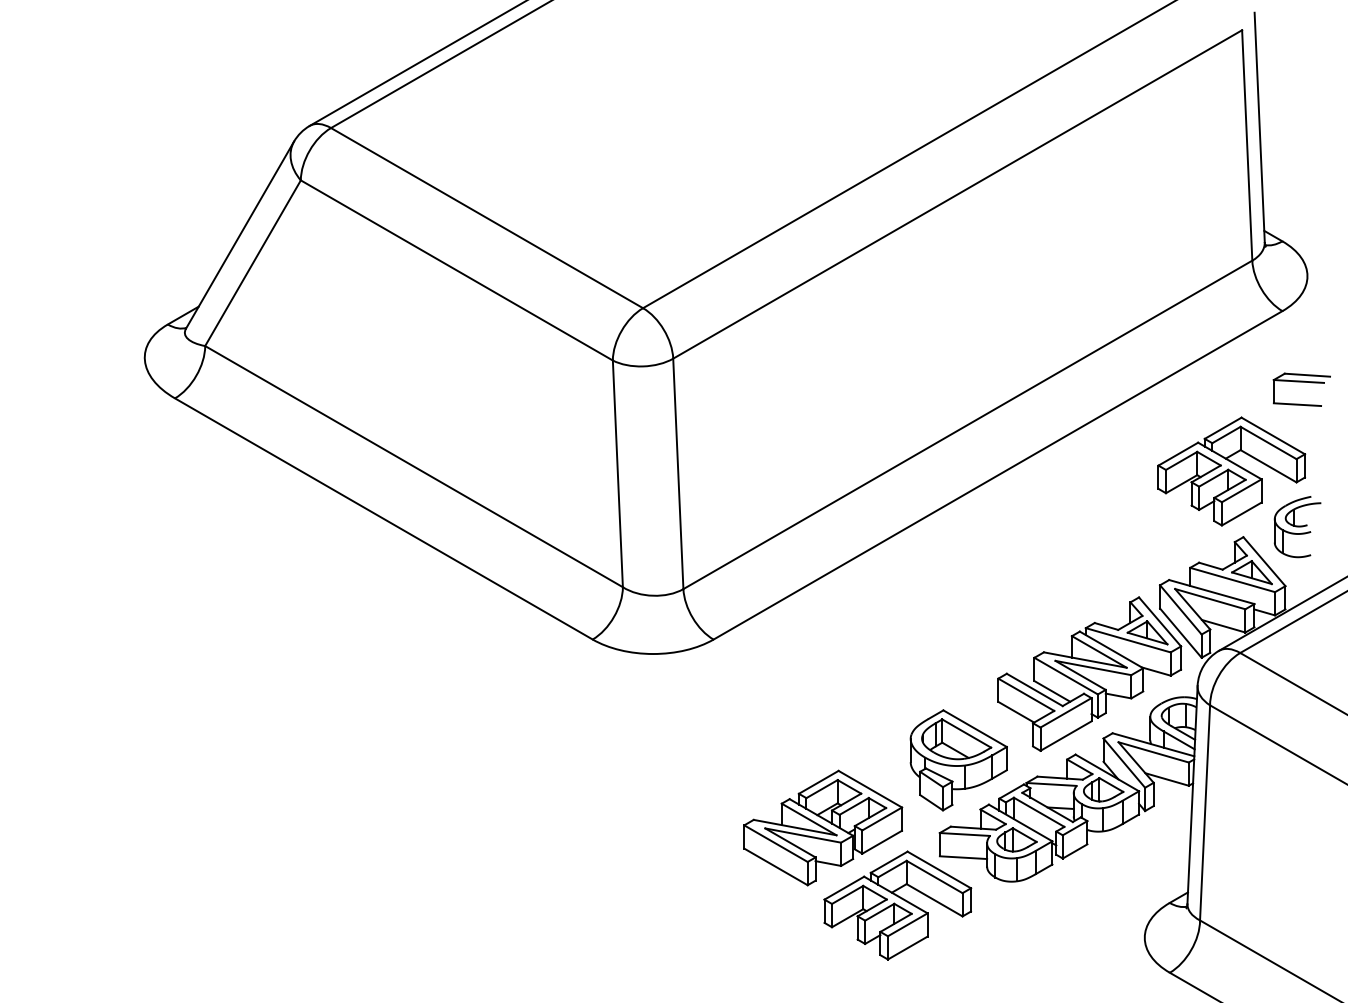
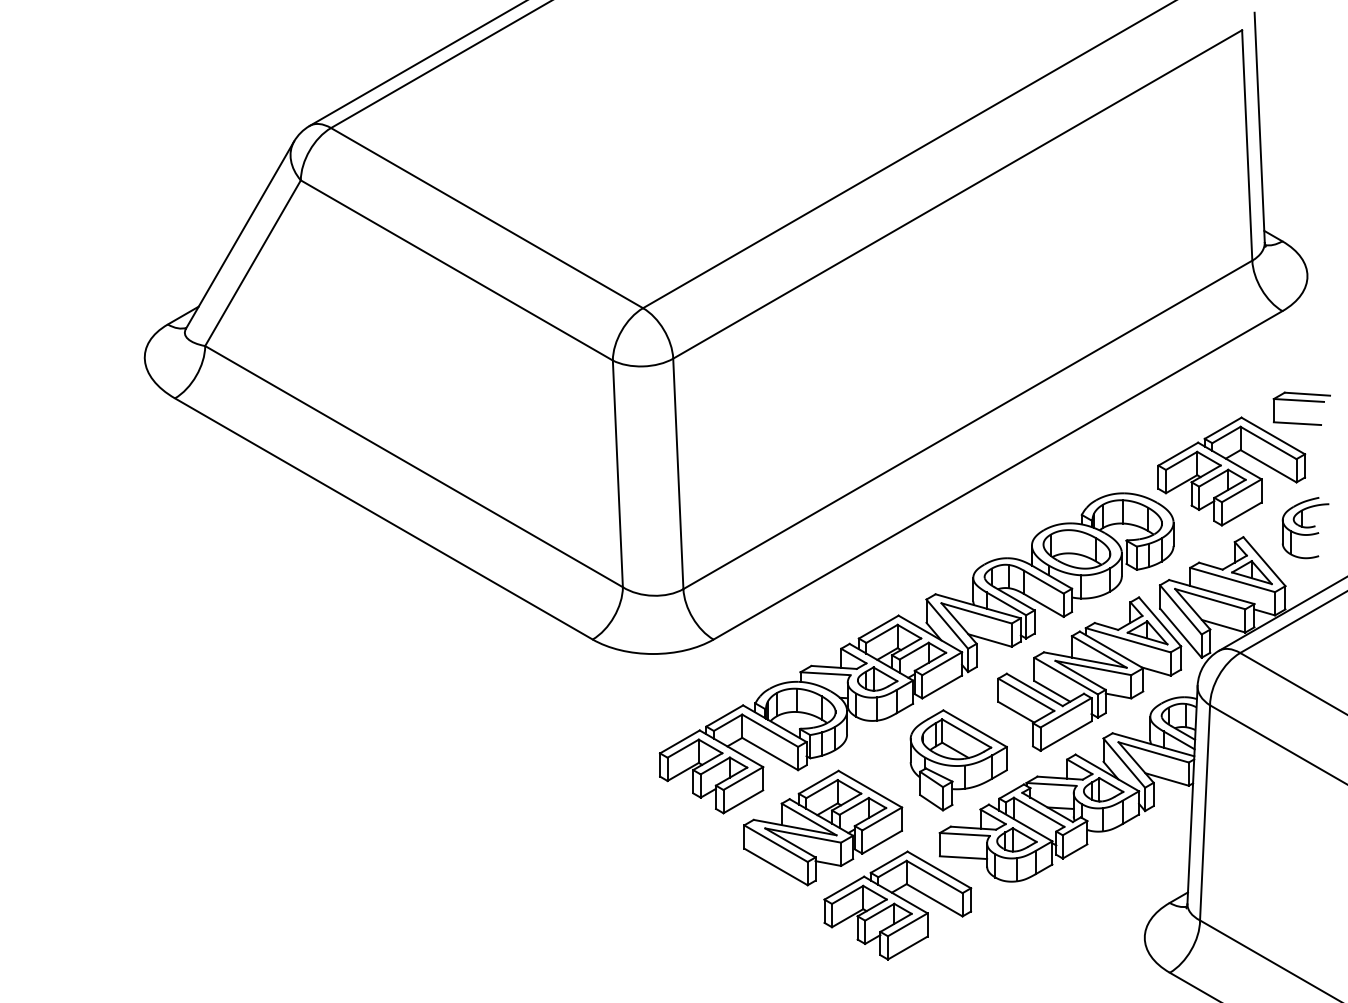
part at (1301, 382) position: (1301, 382) -> (1301, 401)
part at (1297, 527) position: (1297, 527) -> (1305, 528)
part at (916, 653): none -> present
